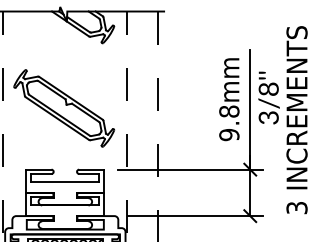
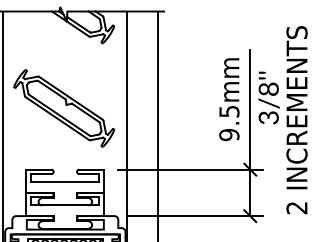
text at (229, 111): 9.8mm -> 9.5mm
line at (3, 126): dashed -> solid
text at (296, 208): 3 -> 2
line at (127, 241): dashed -> solid
